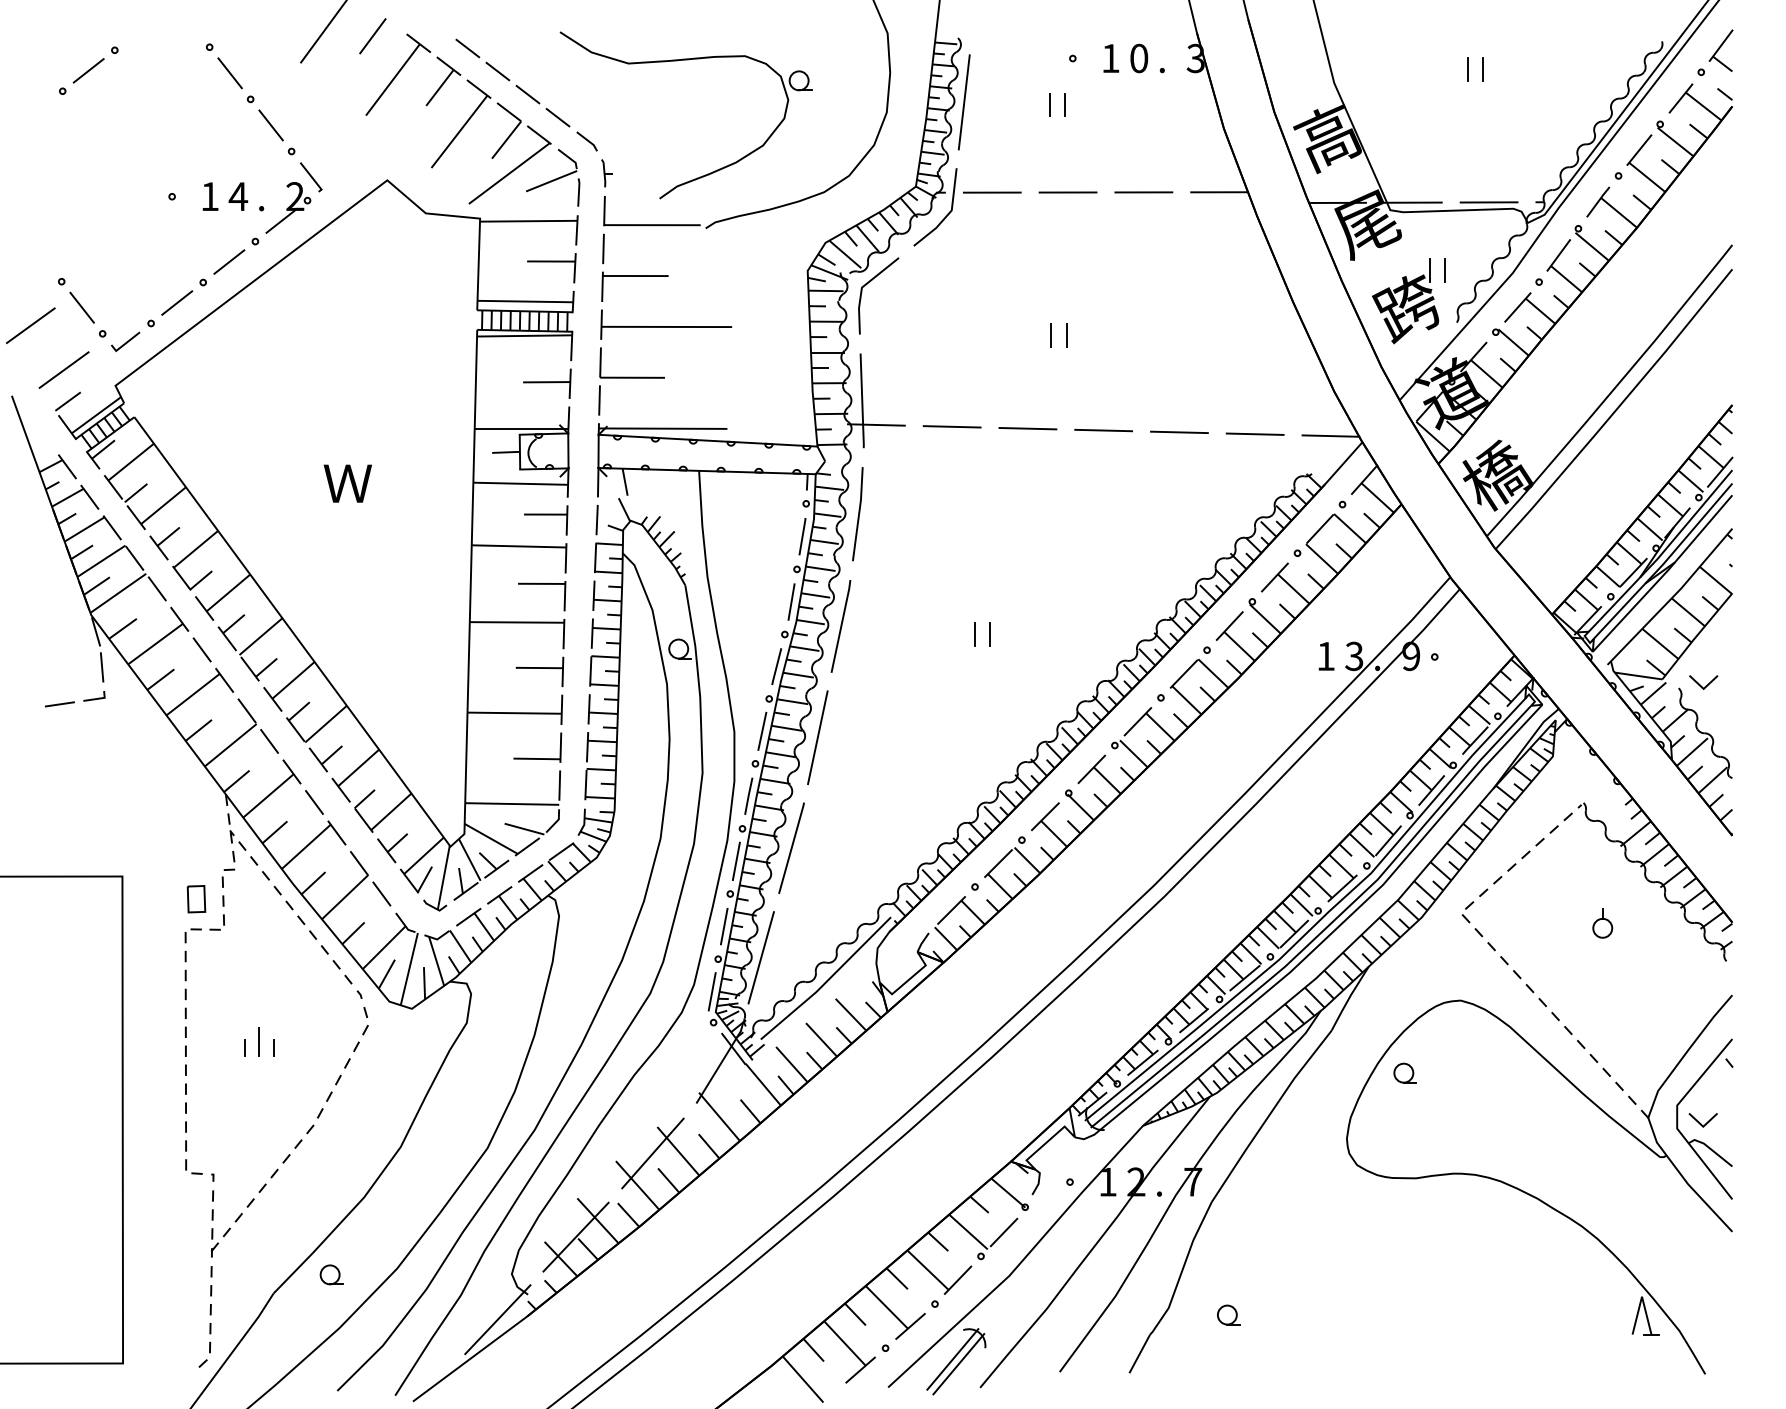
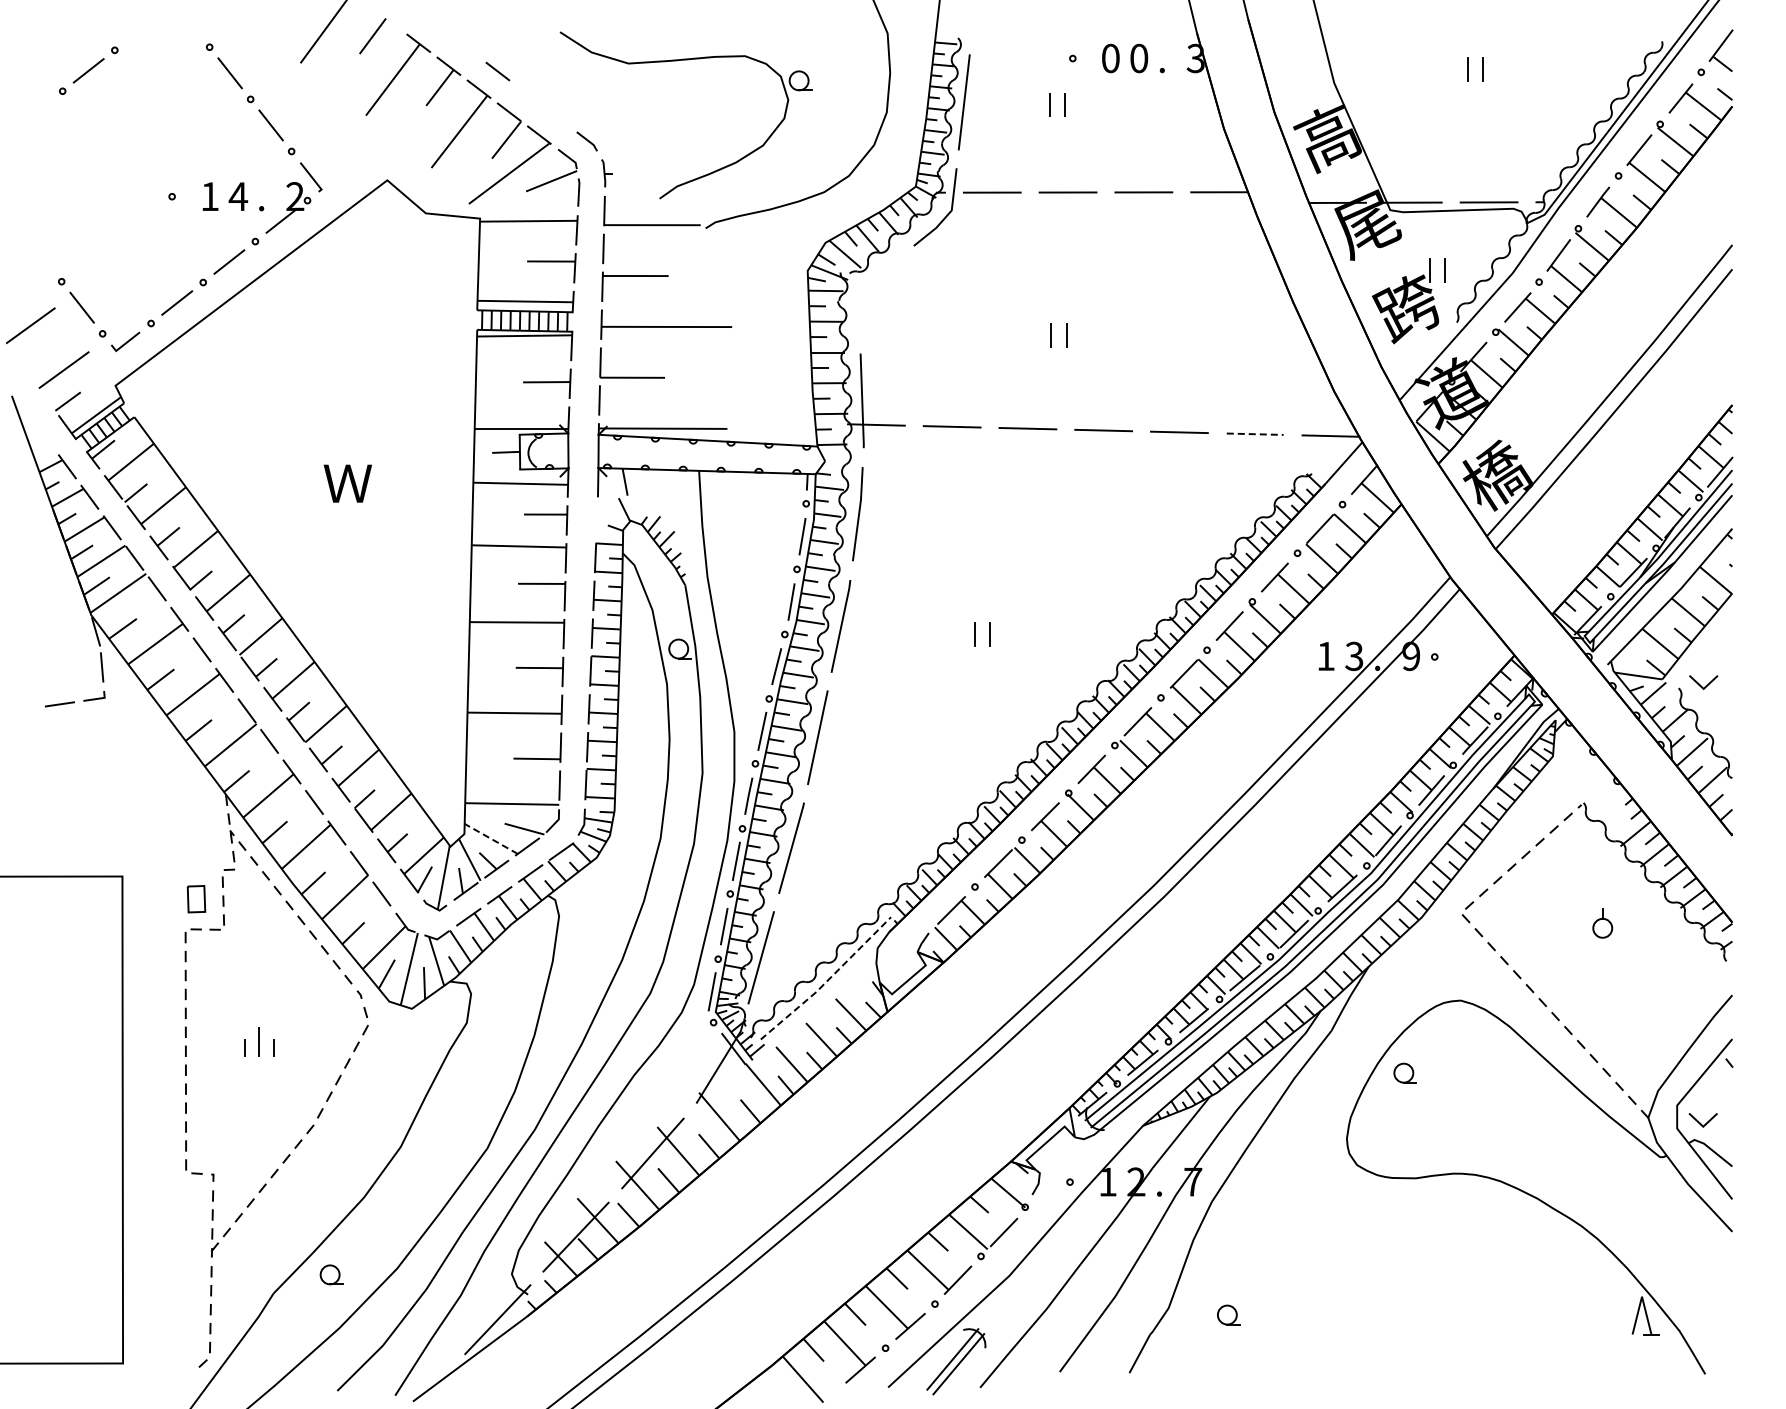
line at (467, 48): present -> none
text at (1110, 58): 1 -> 0
line at (527, 94): present -> none
line at (557, 117): present -> none
line at (867, 284): present -> none
line at (1255, 434): solid -> dashed
line at (596, 519): present -> none
line at (491, 838): solid -> dashed
line at (827, 980): solid -> dashed
